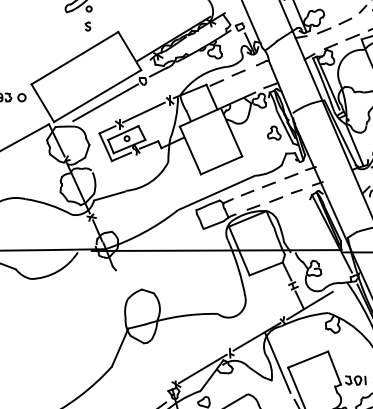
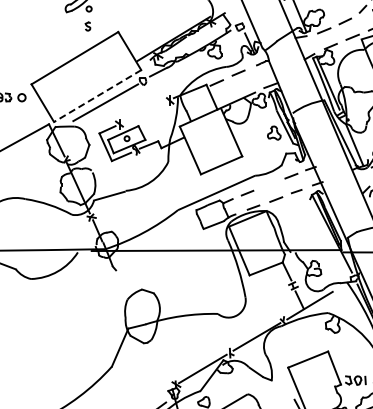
line at (97, 96): solid -> dashed
line at (143, 112): present -> none
line at (268, 184): present -> none
line at (277, 362): present -> none
